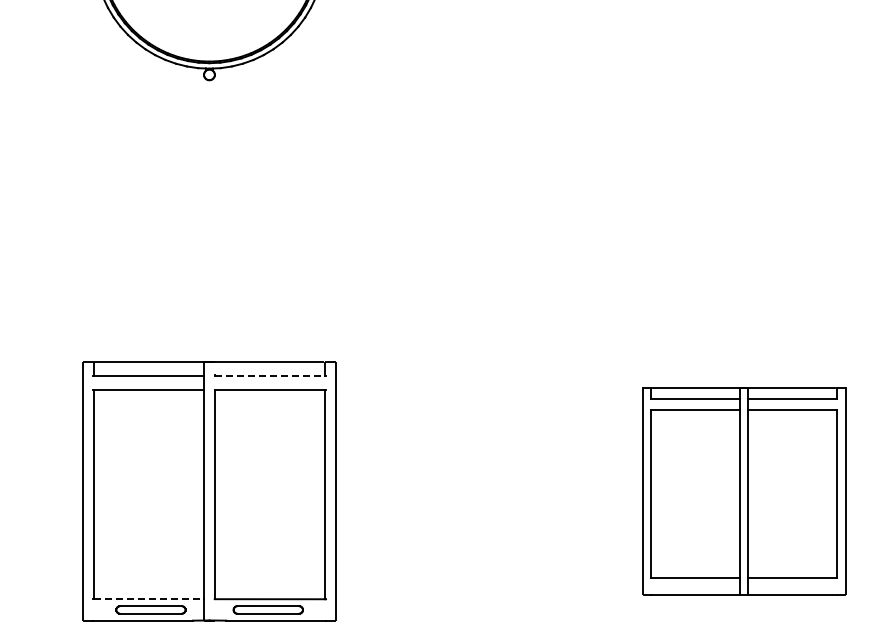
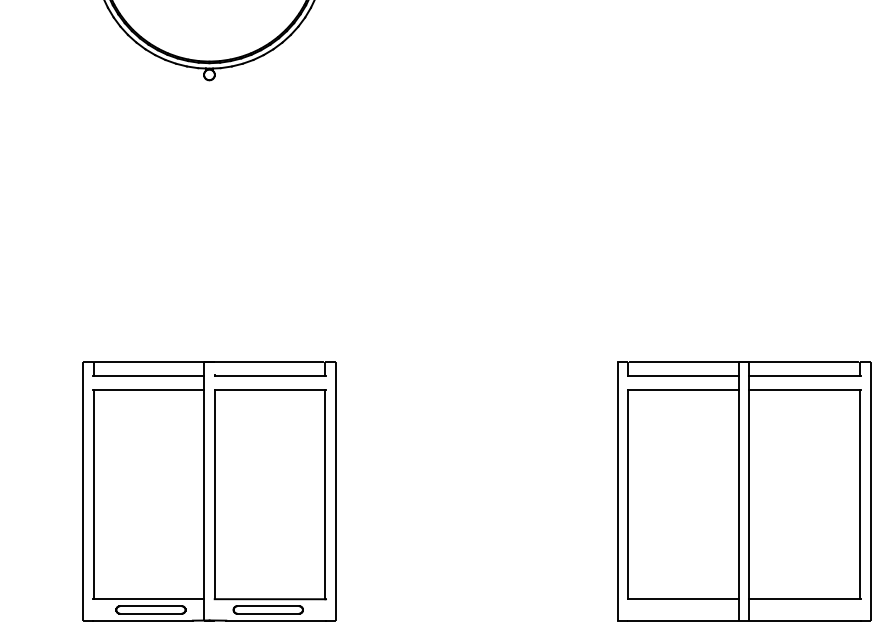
line at (270, 375): dashed -> solid
part at (744, 491) size: 205x209 px -> 255x261 px
line at (149, 599): dashed -> solid
